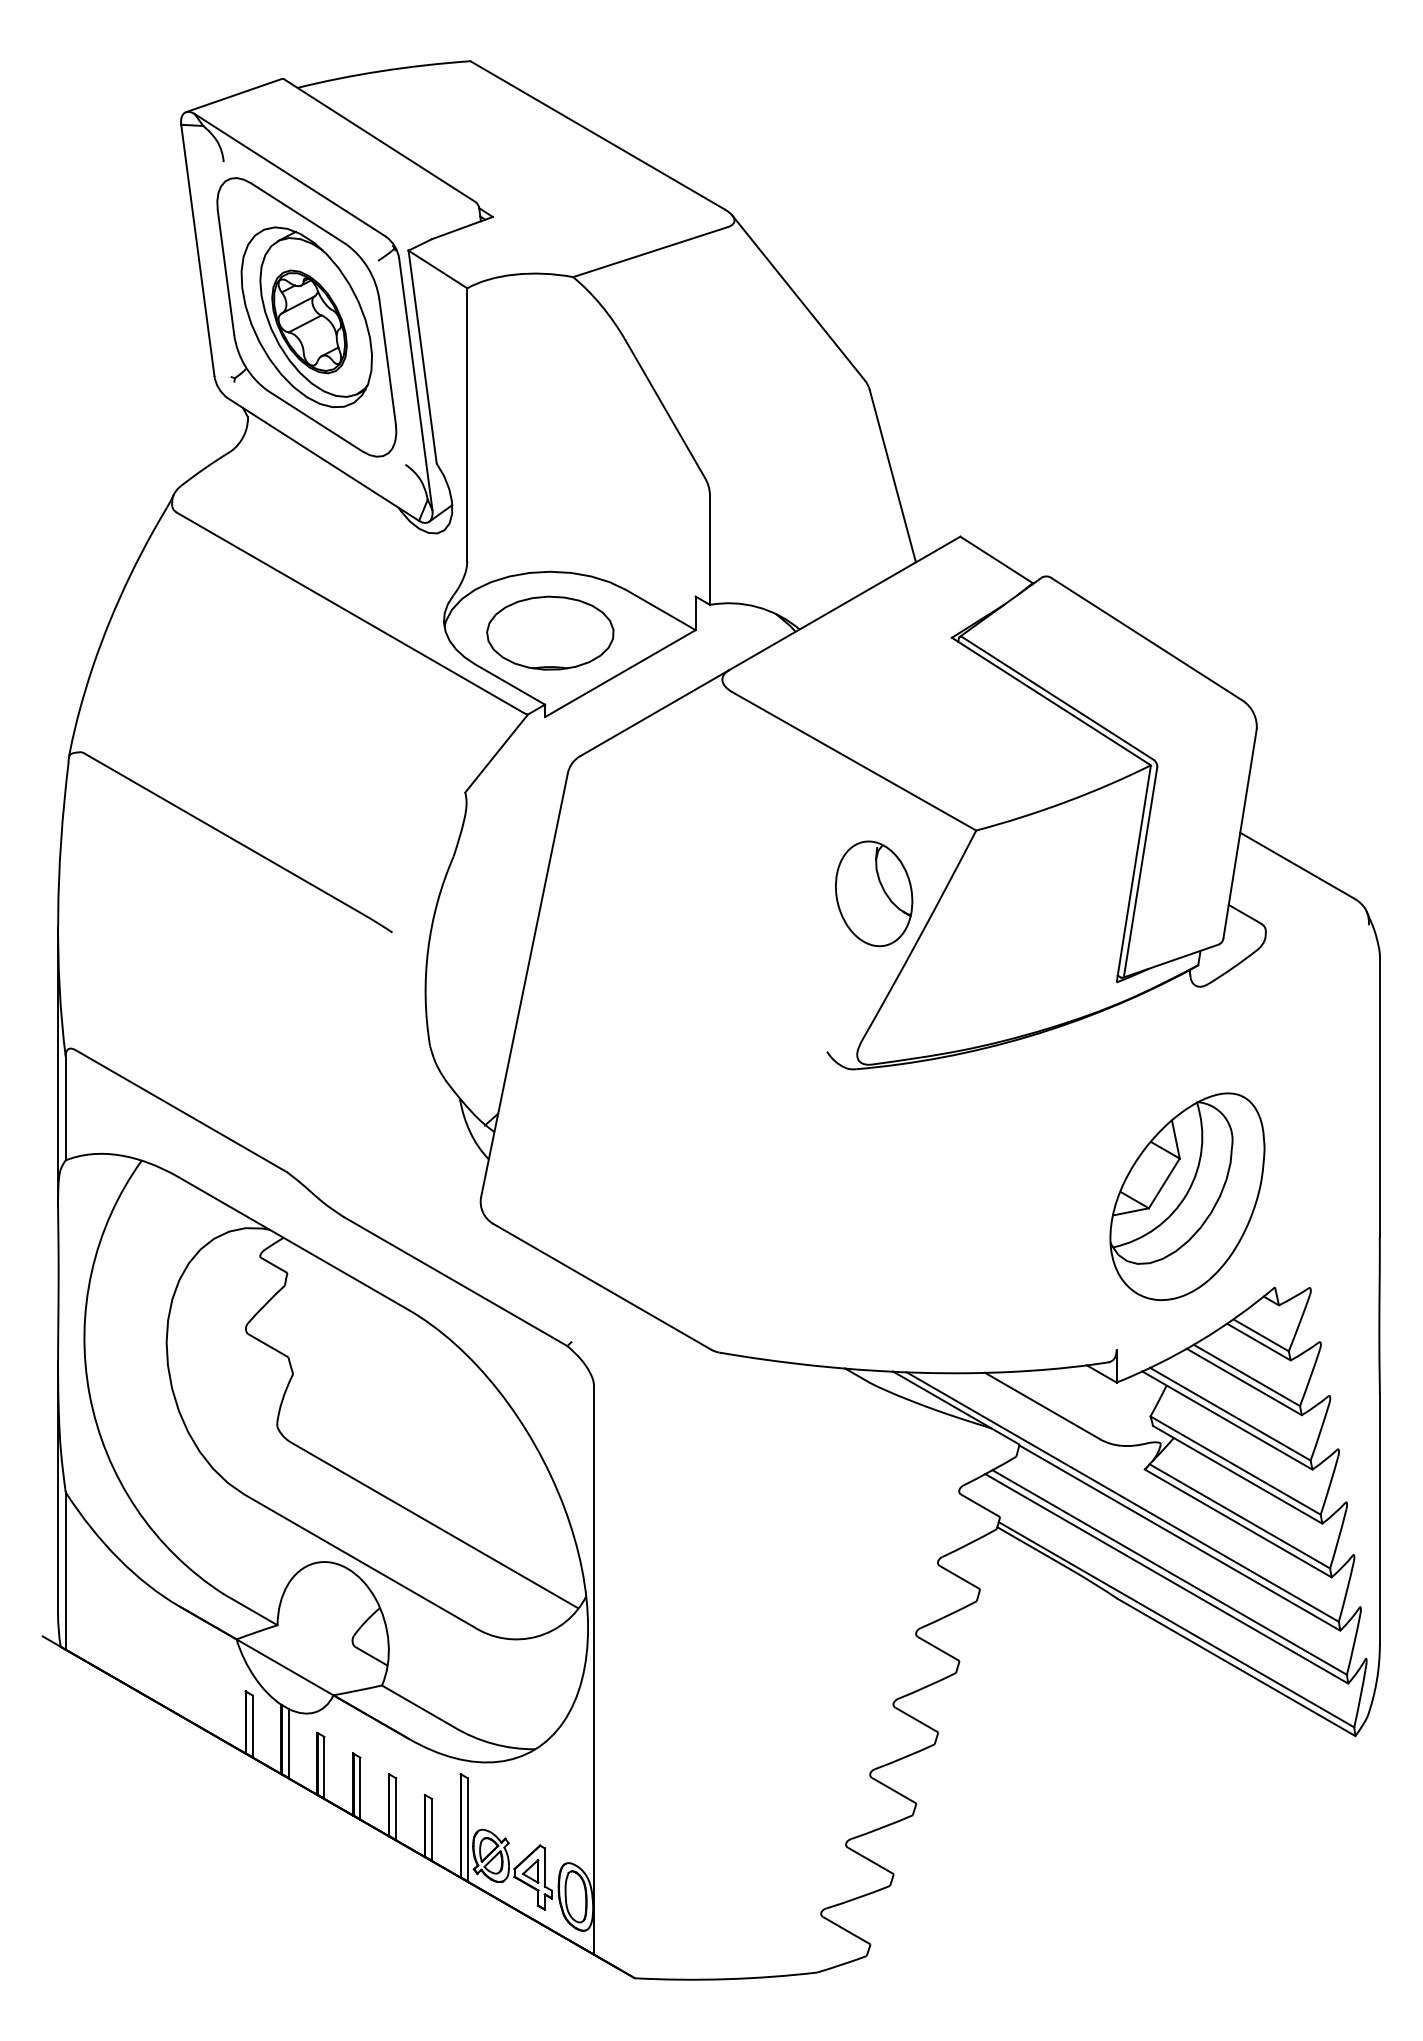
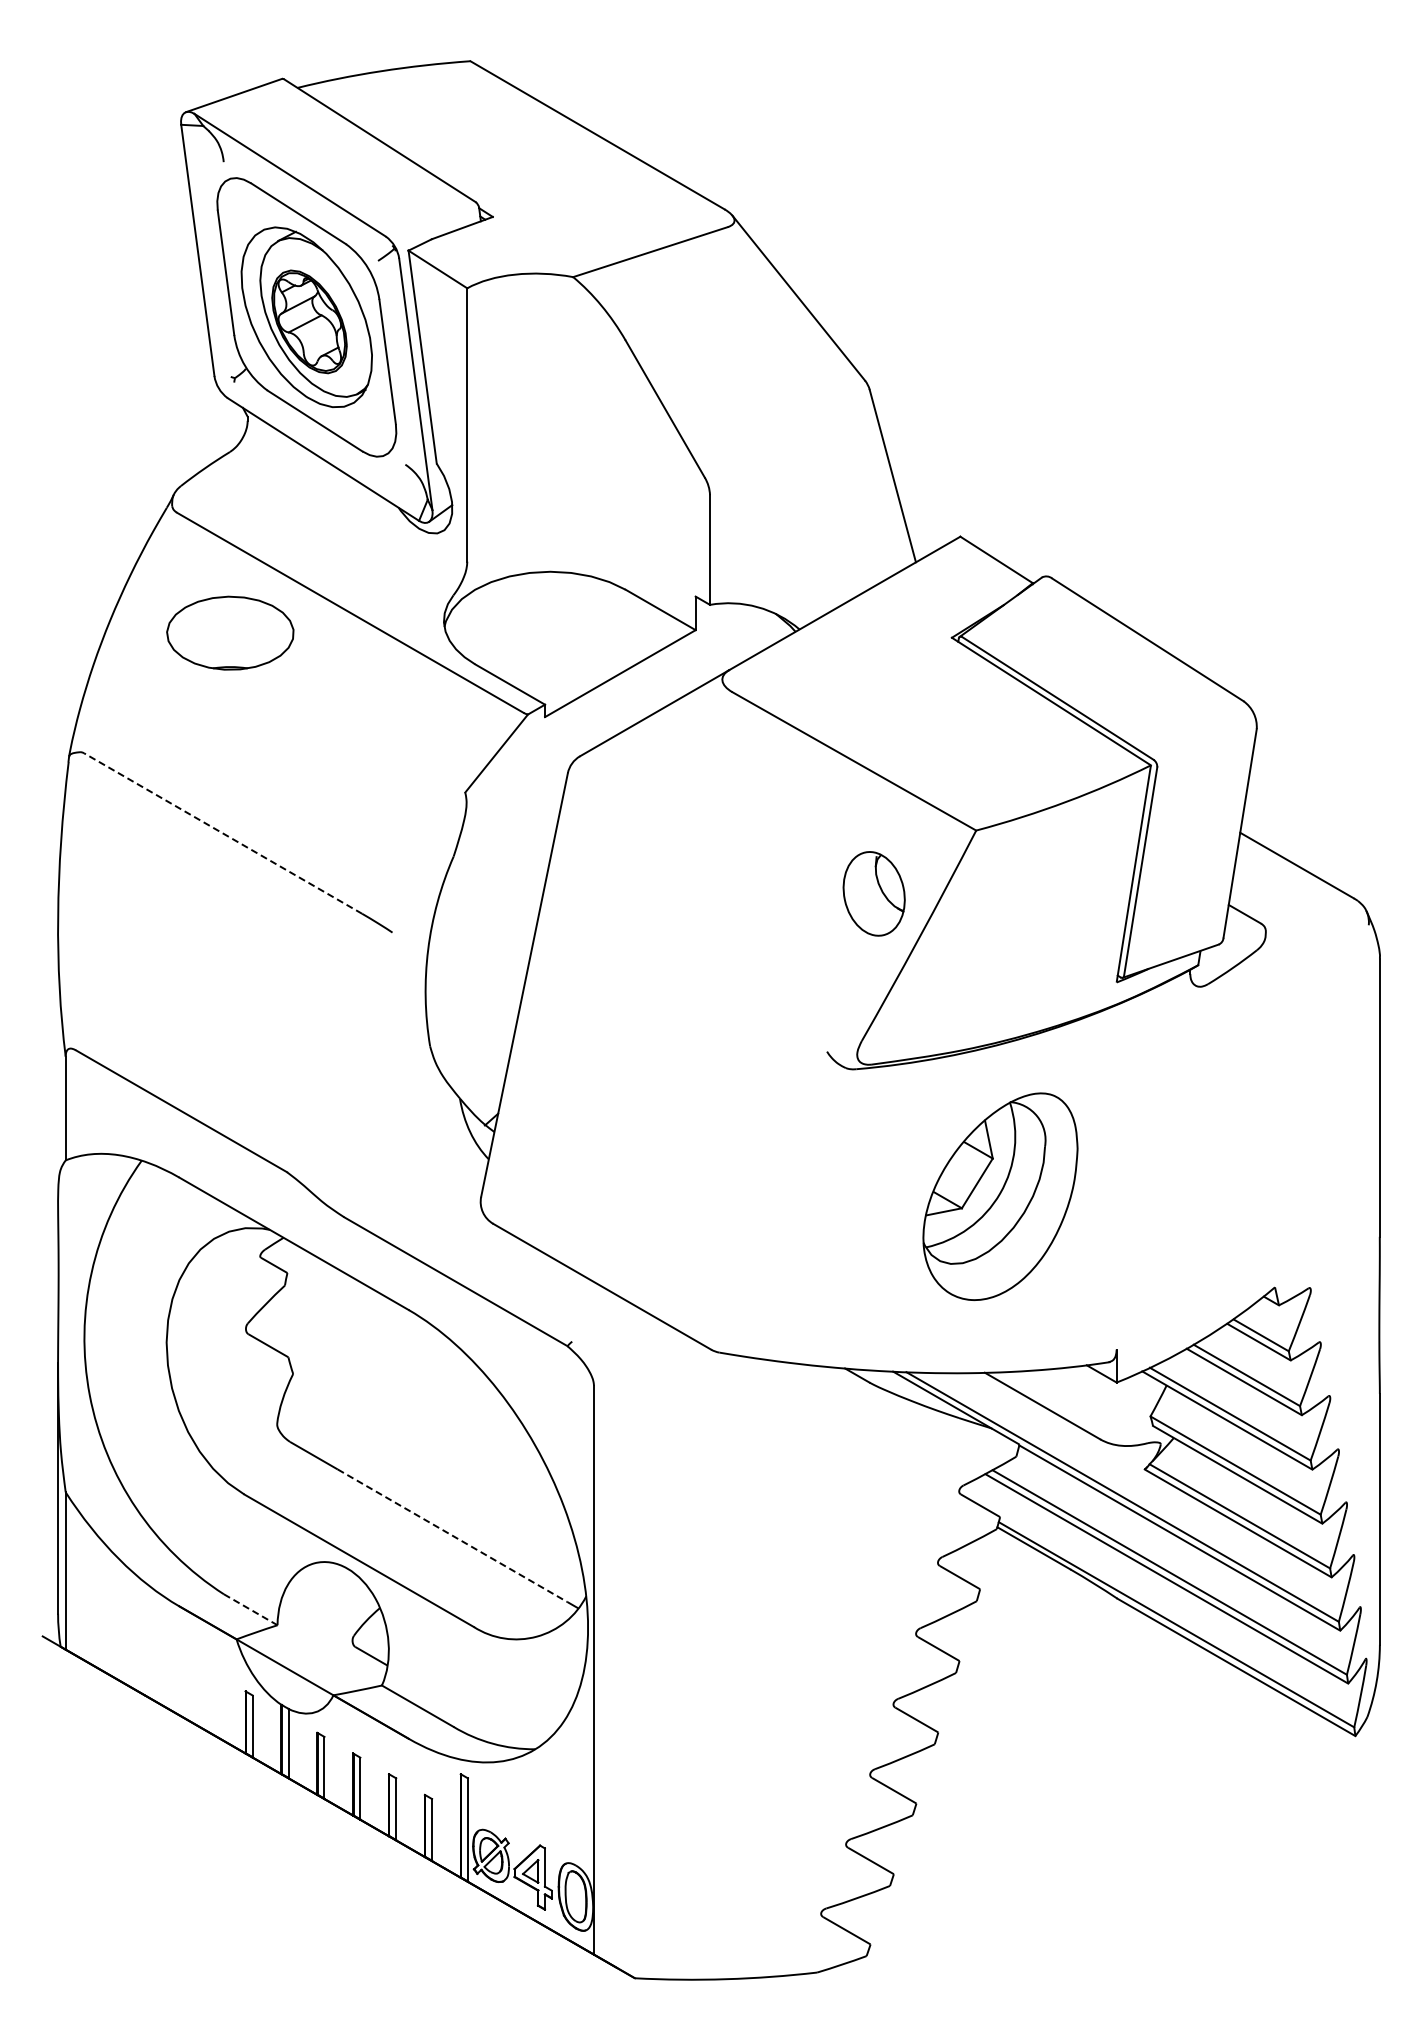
part at (550, 632) position: (550, 632) -> (230, 632)
line at (223, 833): solid -> dashed
part at (874, 893) size: 79x108 px -> 64x86 px
line at (58, 1066): present -> none
part at (1187, 1196) position: (1187, 1196) -> (1000, 1196)
line at (452, 1535): solid -> dashed
line at (250, 1609): solid -> dashed
